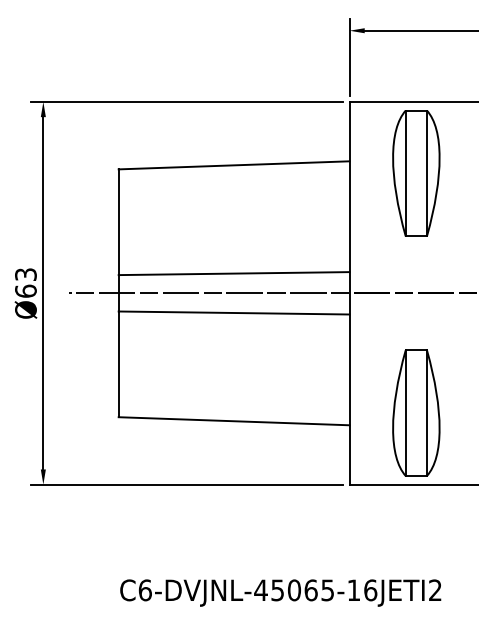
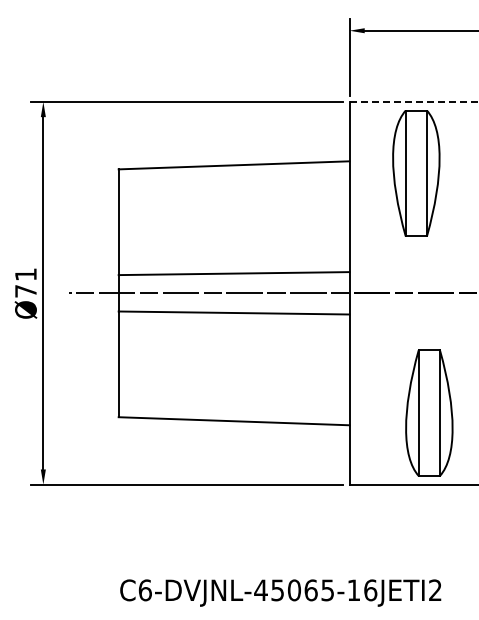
line at (414, 101): solid -> dashed
text at (25, 282): Ø63 -> Ø71
part at (416, 412) position: (416, 412) -> (429, 412)
